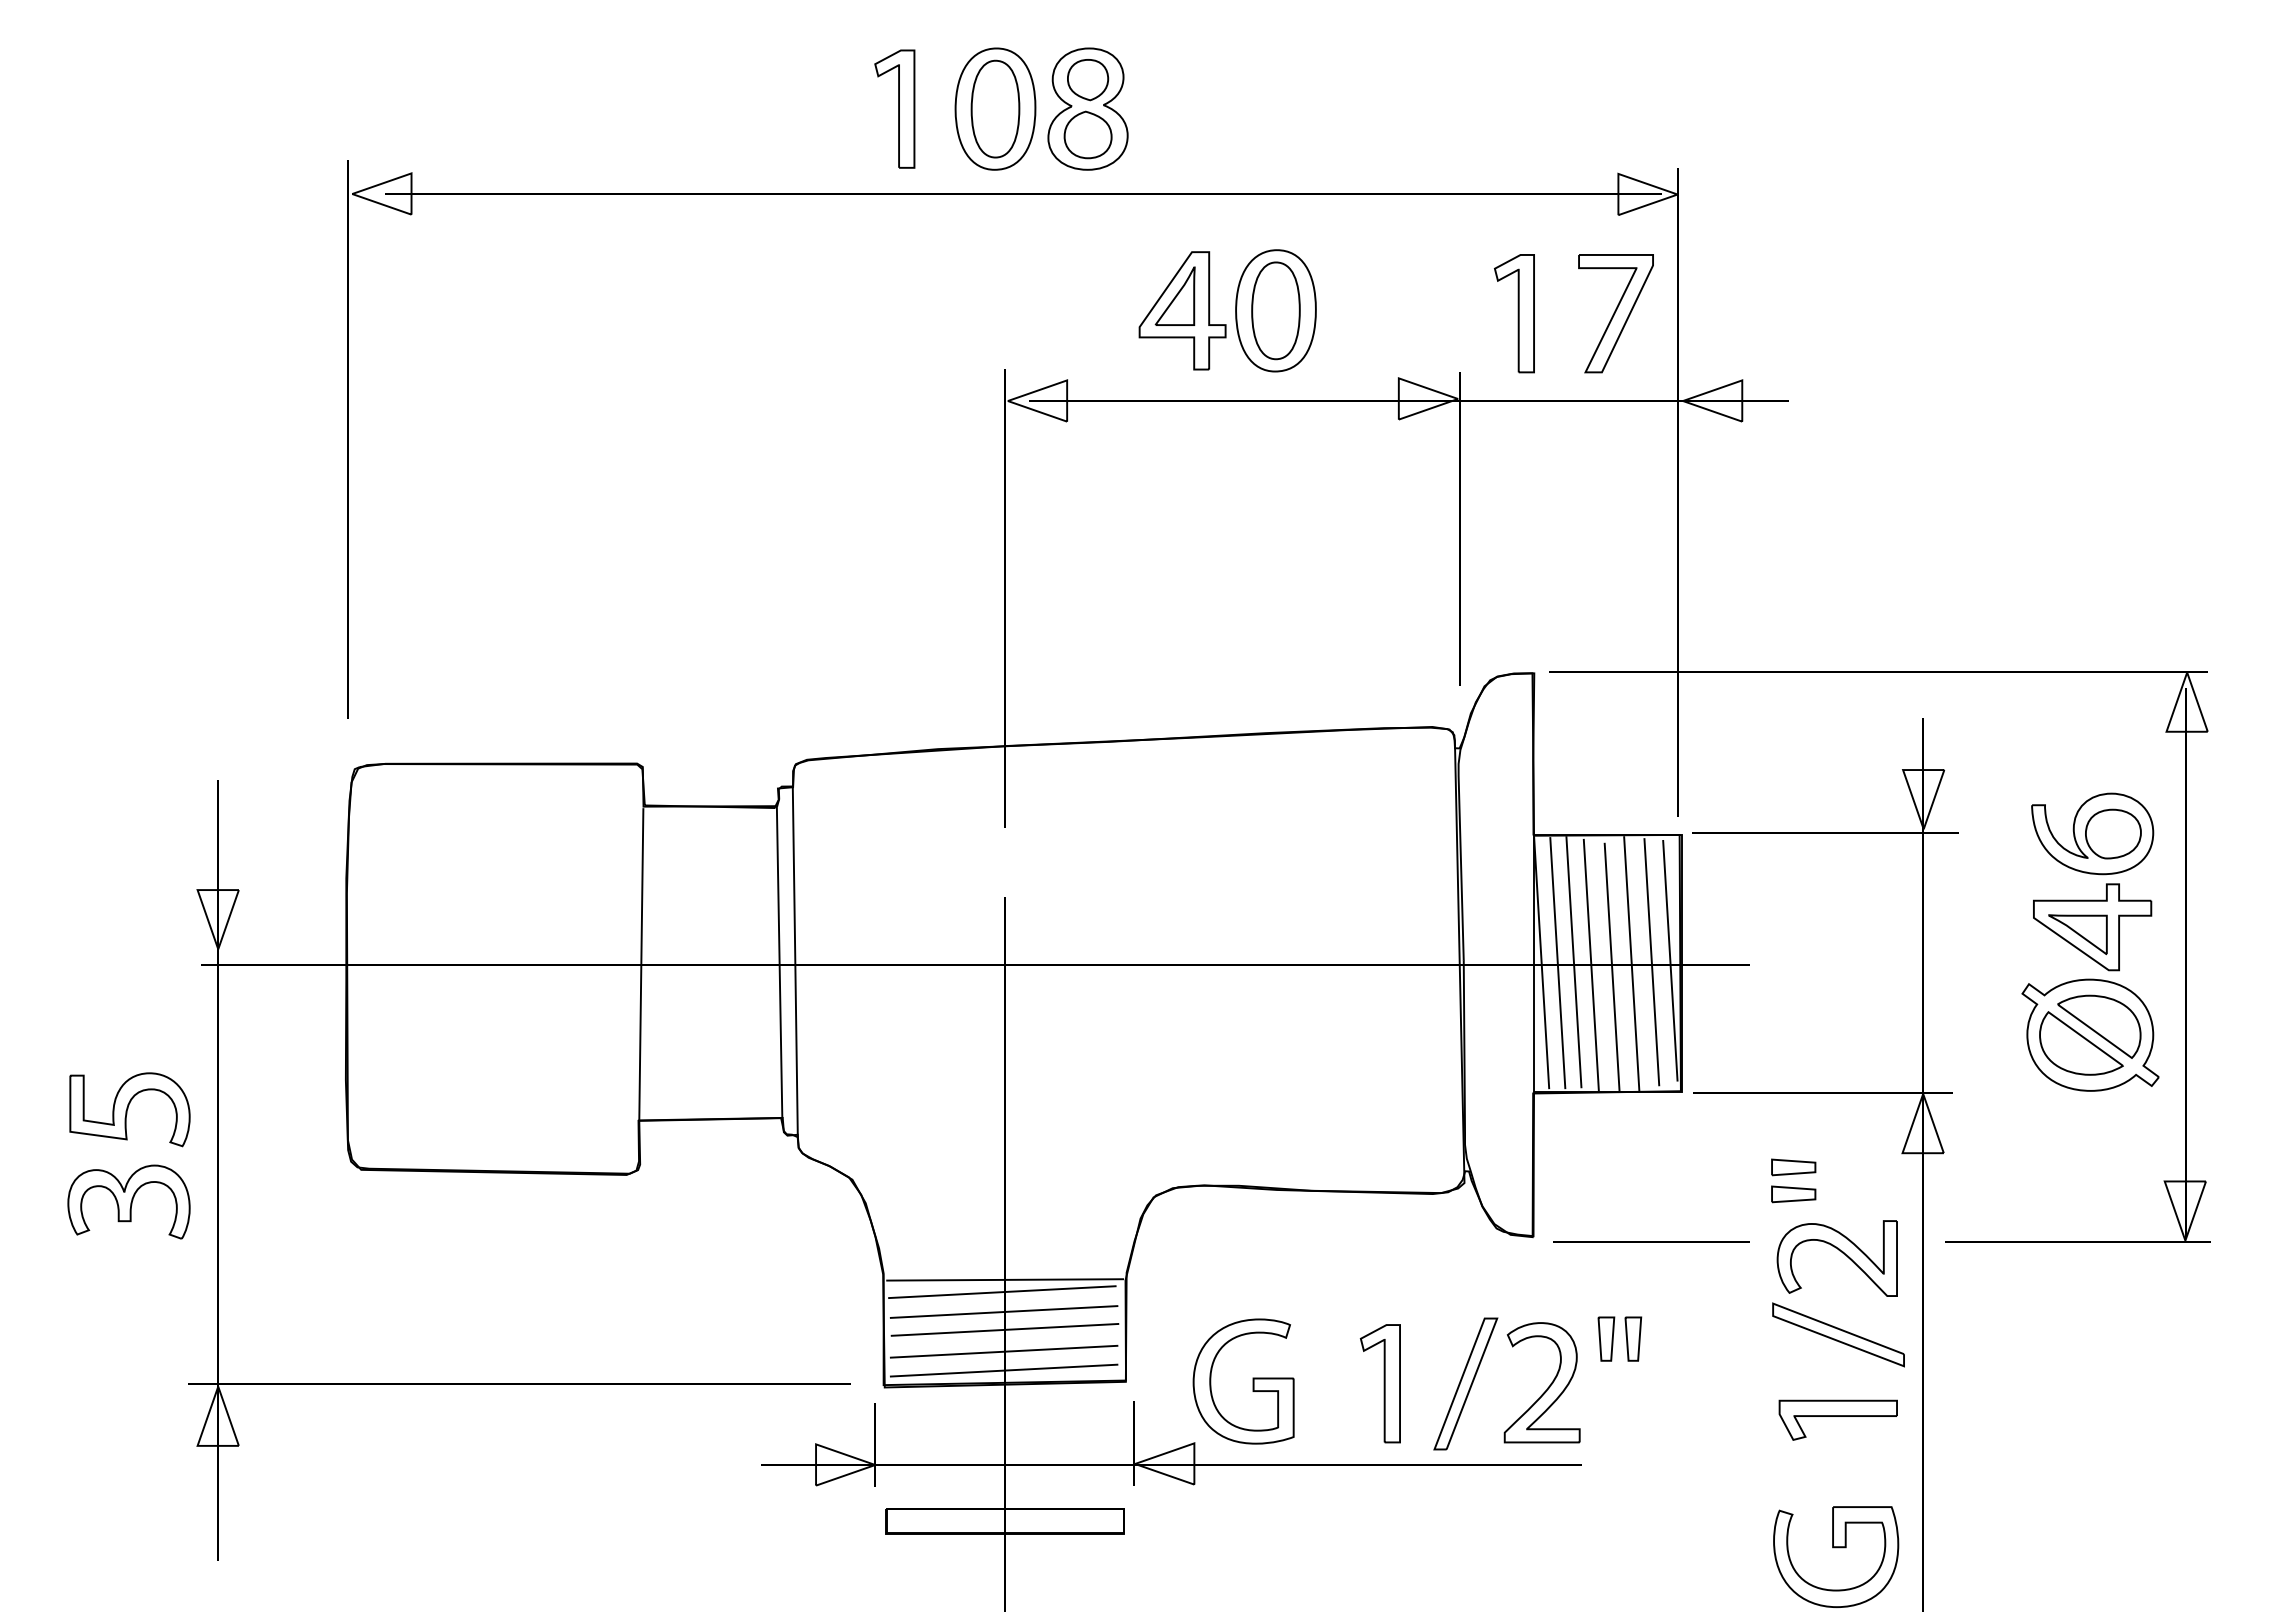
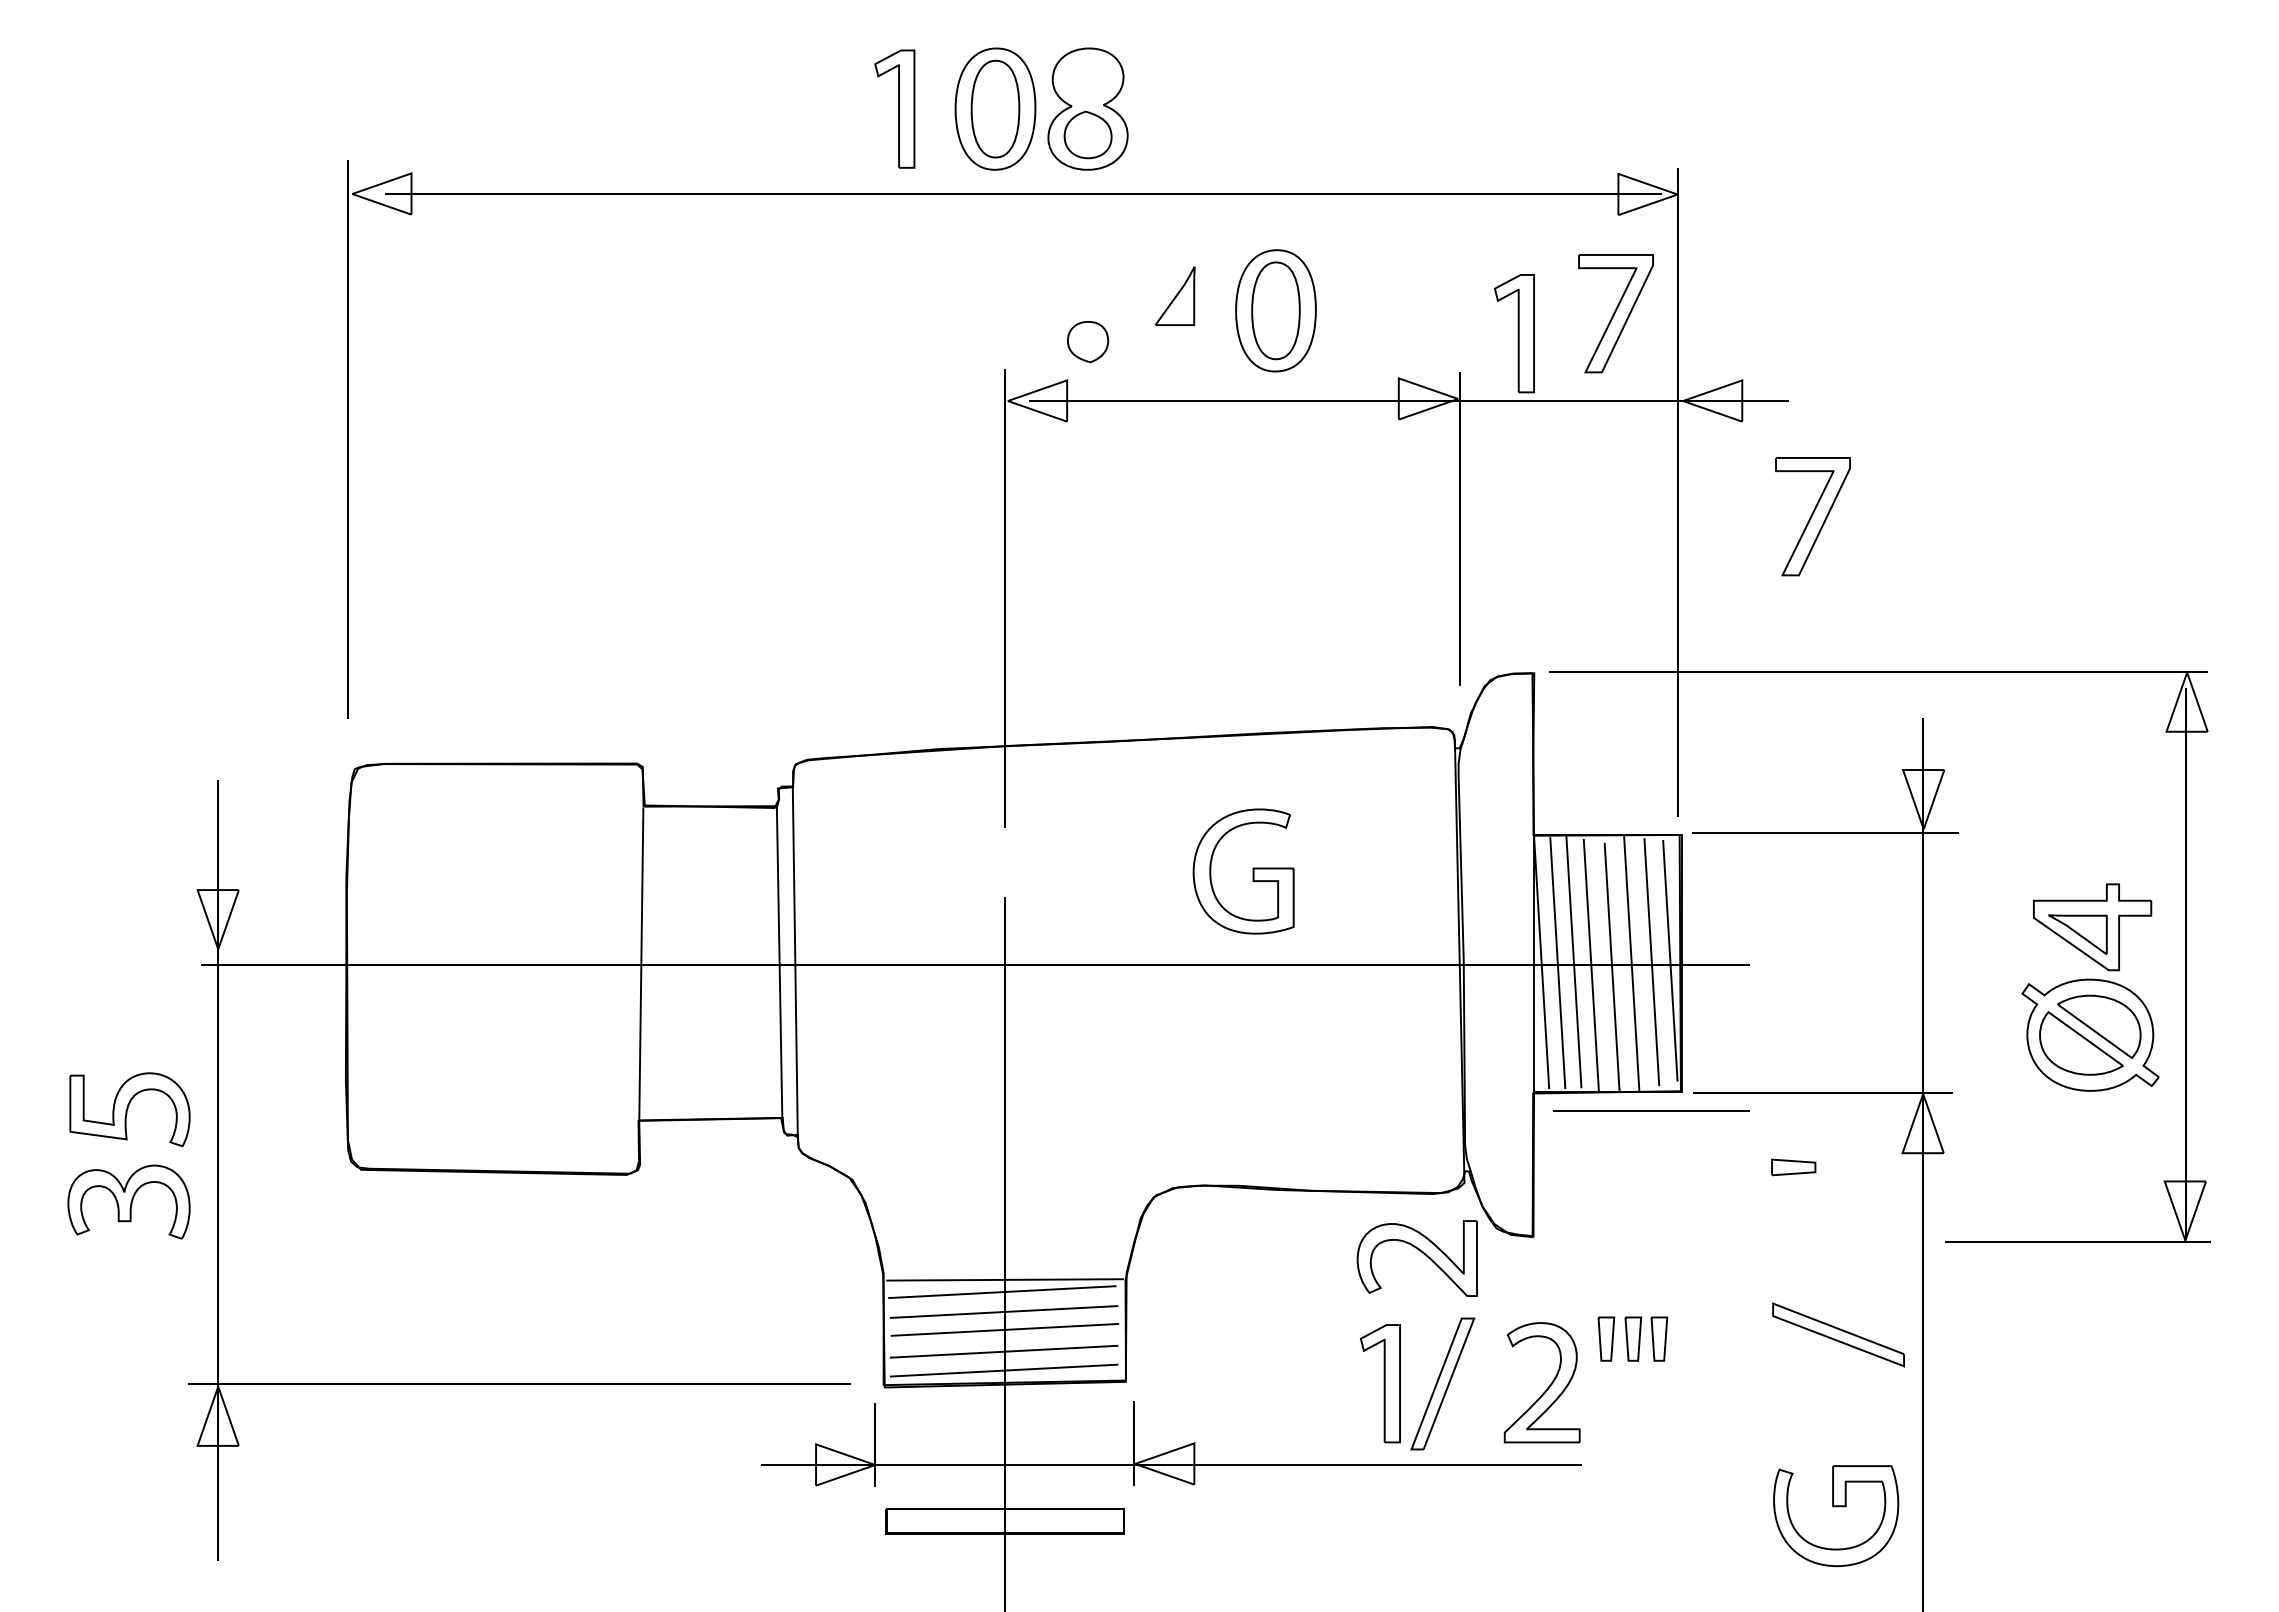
part at (1088, 80) position: (1088, 80) -> (1088, 342)
part at (1182, 310): present -> none
part at (1514, 313) position: (1514, 313) -> (1514, 333)
part at (1812, 516): none -> present
part at (2092, 833): present -> none
part at (1793, 1194): present -> none
line at (1651, 1241) position: (1651, 1241) -> (1651, 1110)
part at (1839, 1251) position: (1839, 1251) -> (1419, 1251)
part at (1659, 1338): none -> present
part at (1252, 1381) position: (1252, 1381) -> (1252, 871)
part at (1465, 1383) position: (1465, 1383) -> (1442, 1383)
part at (1837, 1419): present -> none
part at (1836, 1548) position: (1836, 1548) -> (1836, 1507)
